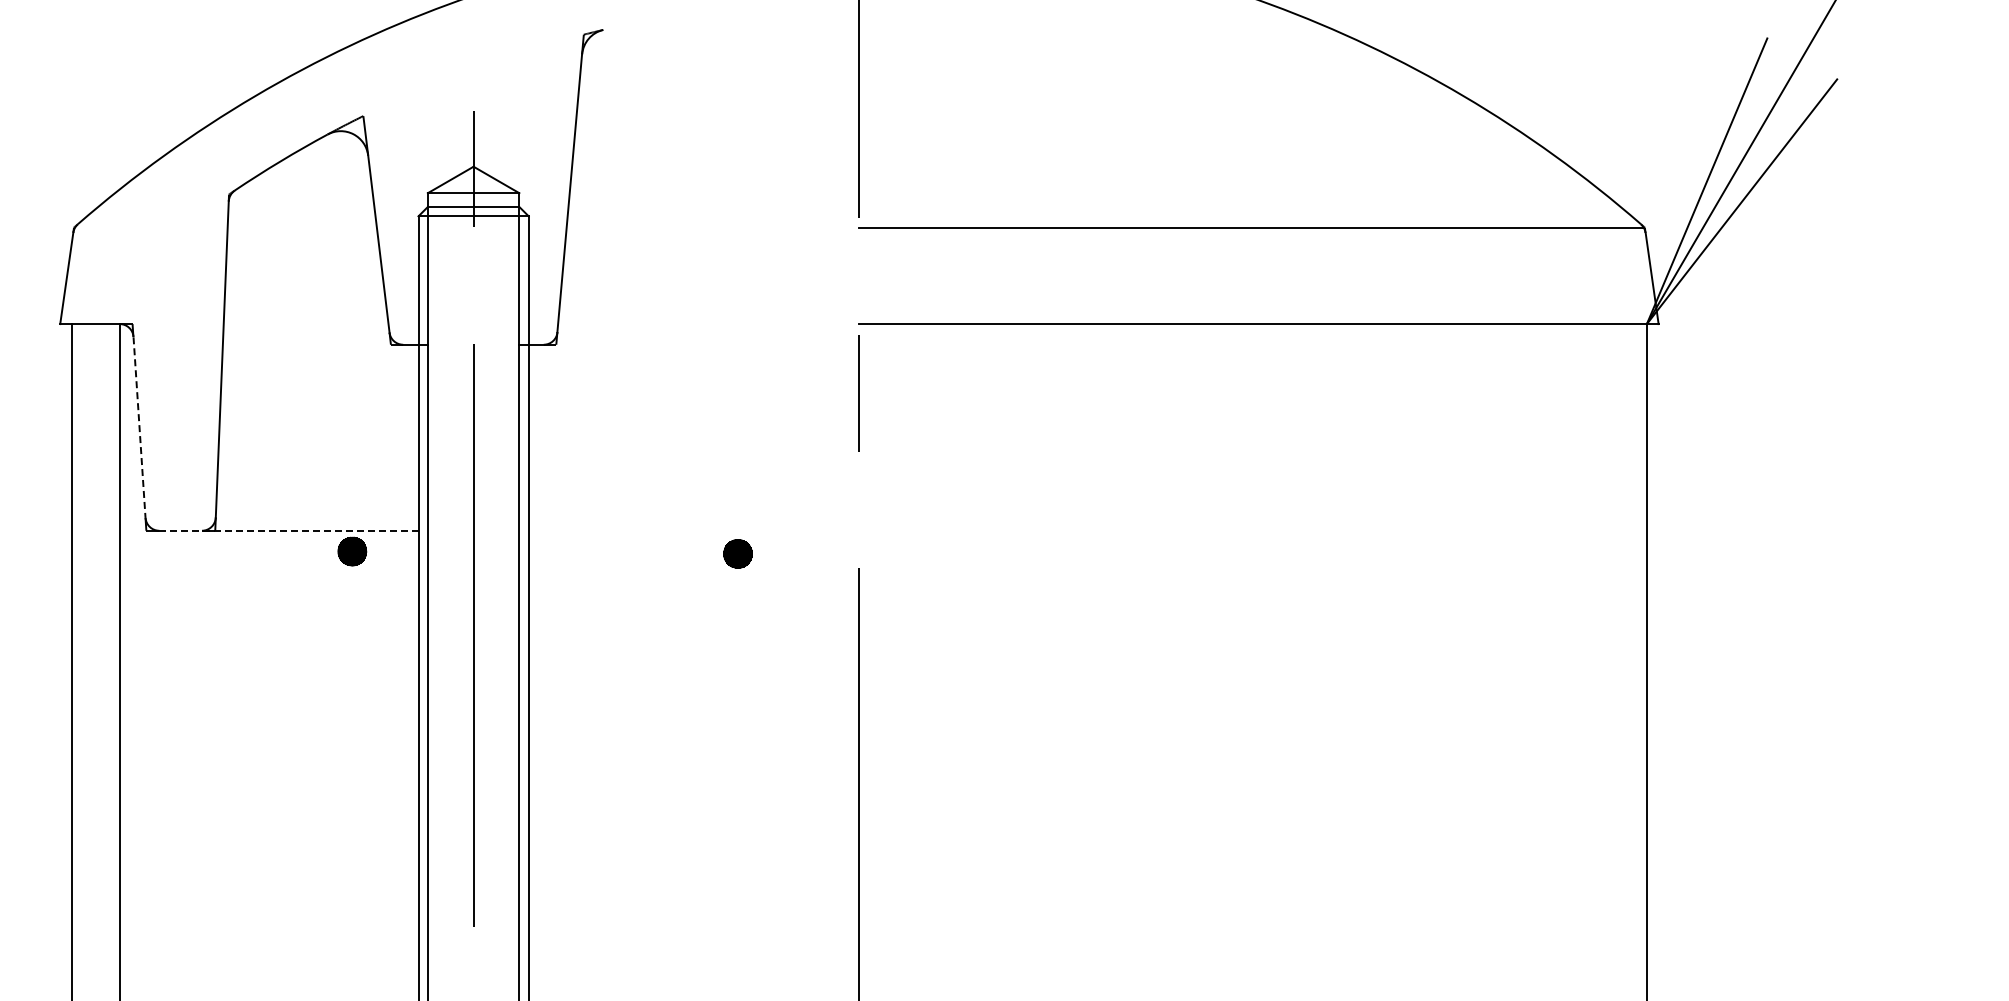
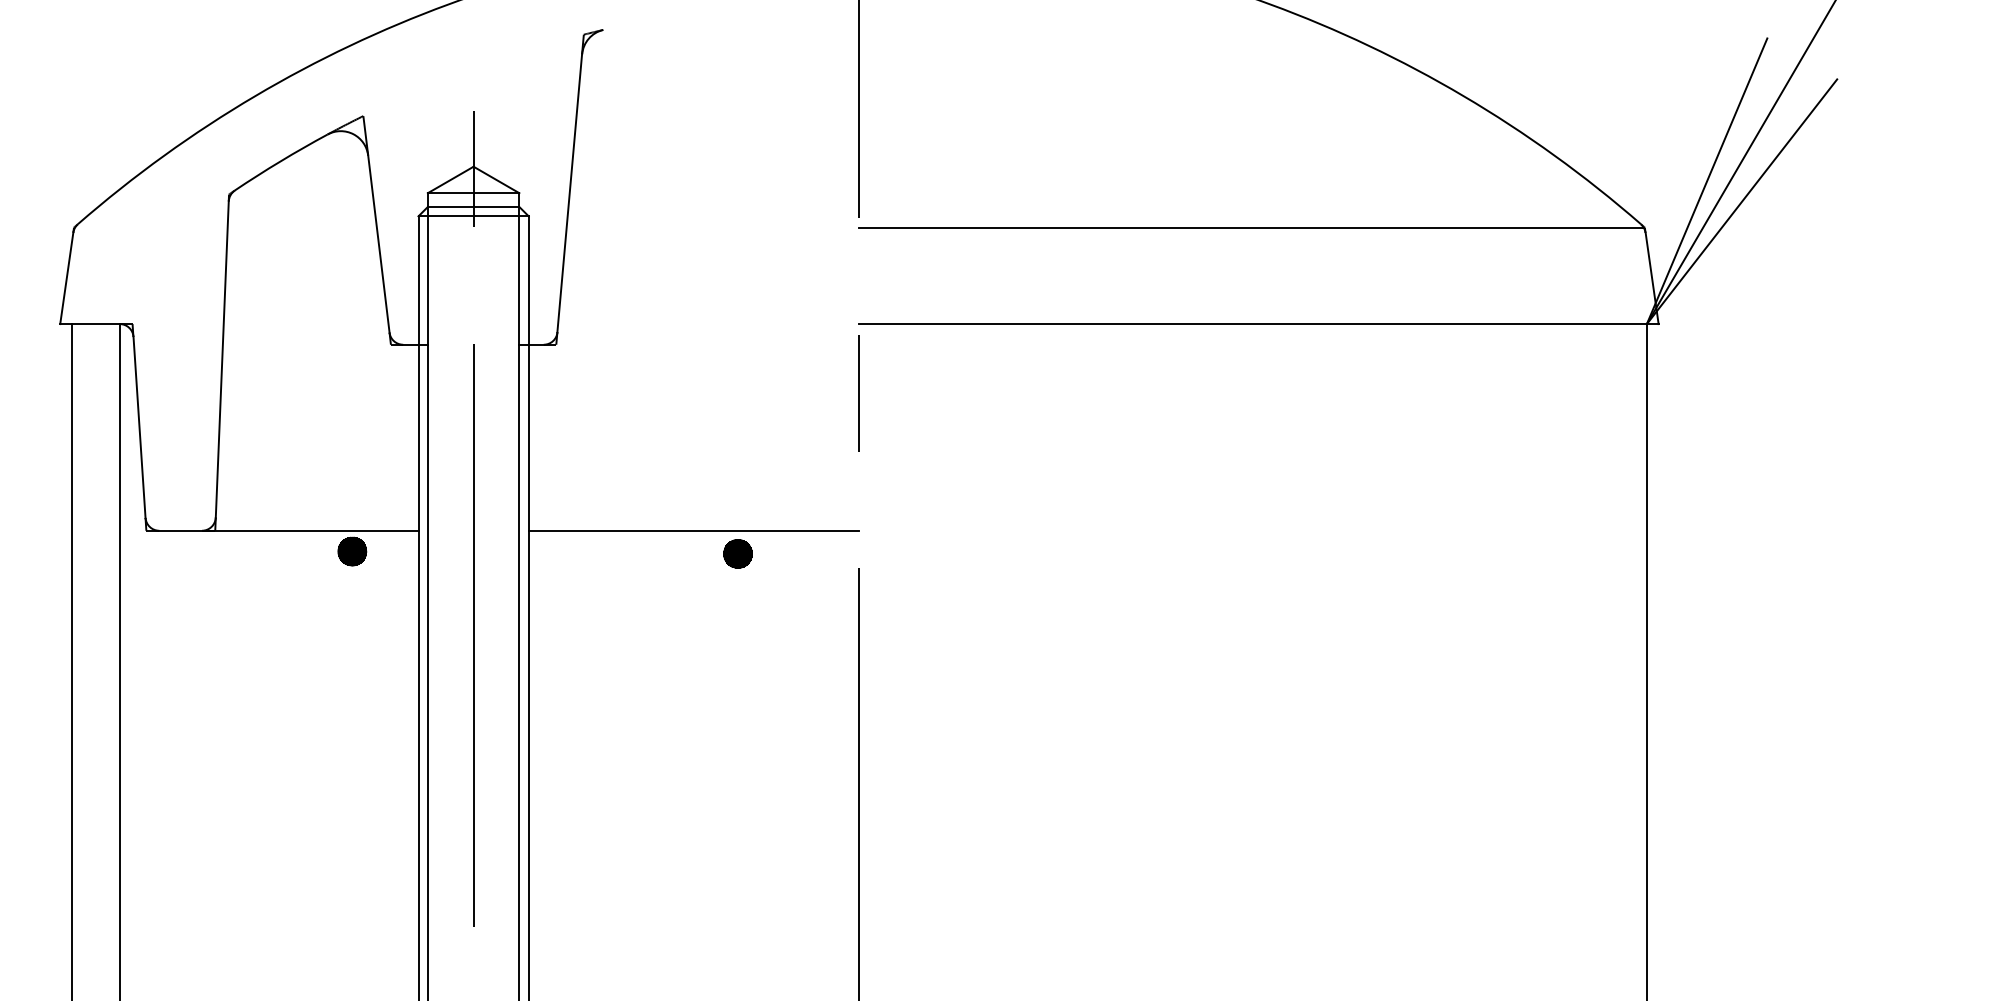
line at (139, 427): dashed -> solid
line at (288, 530): dashed -> solid
line at (693, 530): none -> present
